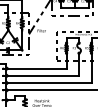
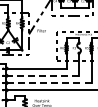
line at (43, 75): solid -> dashed
line at (49, 83): solid -> dashed
